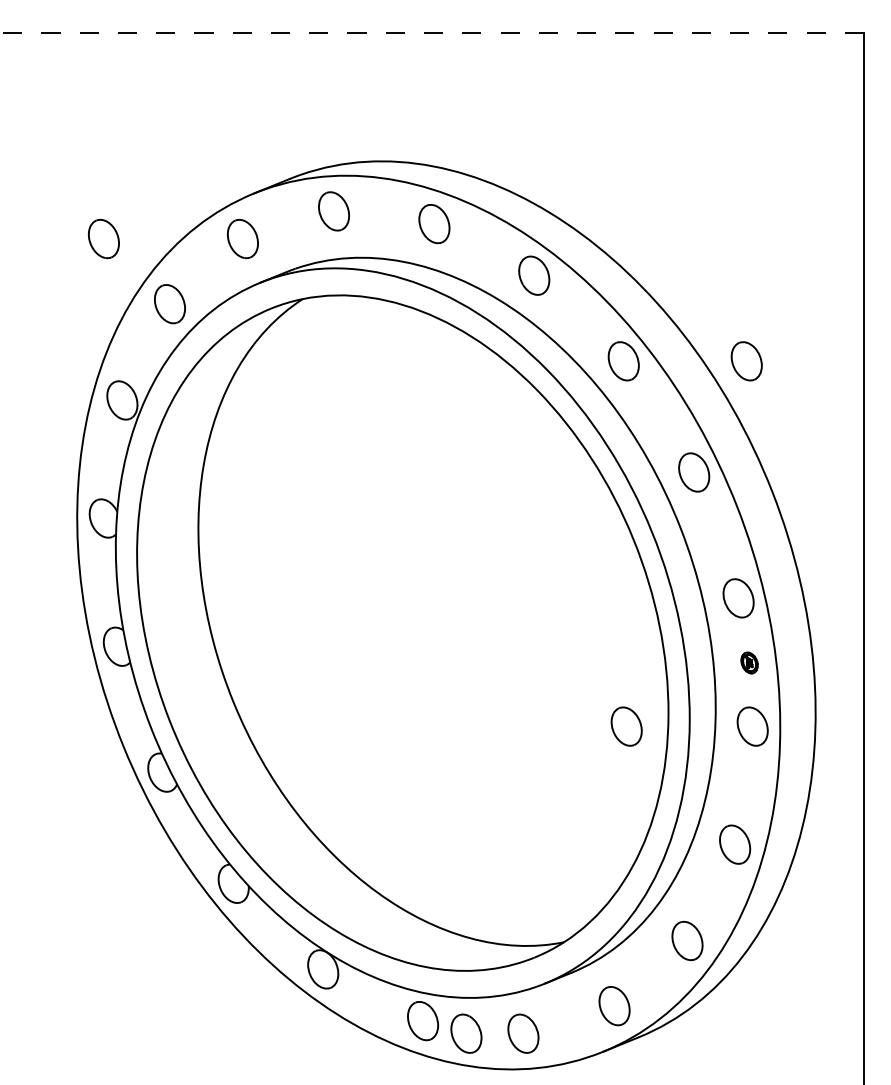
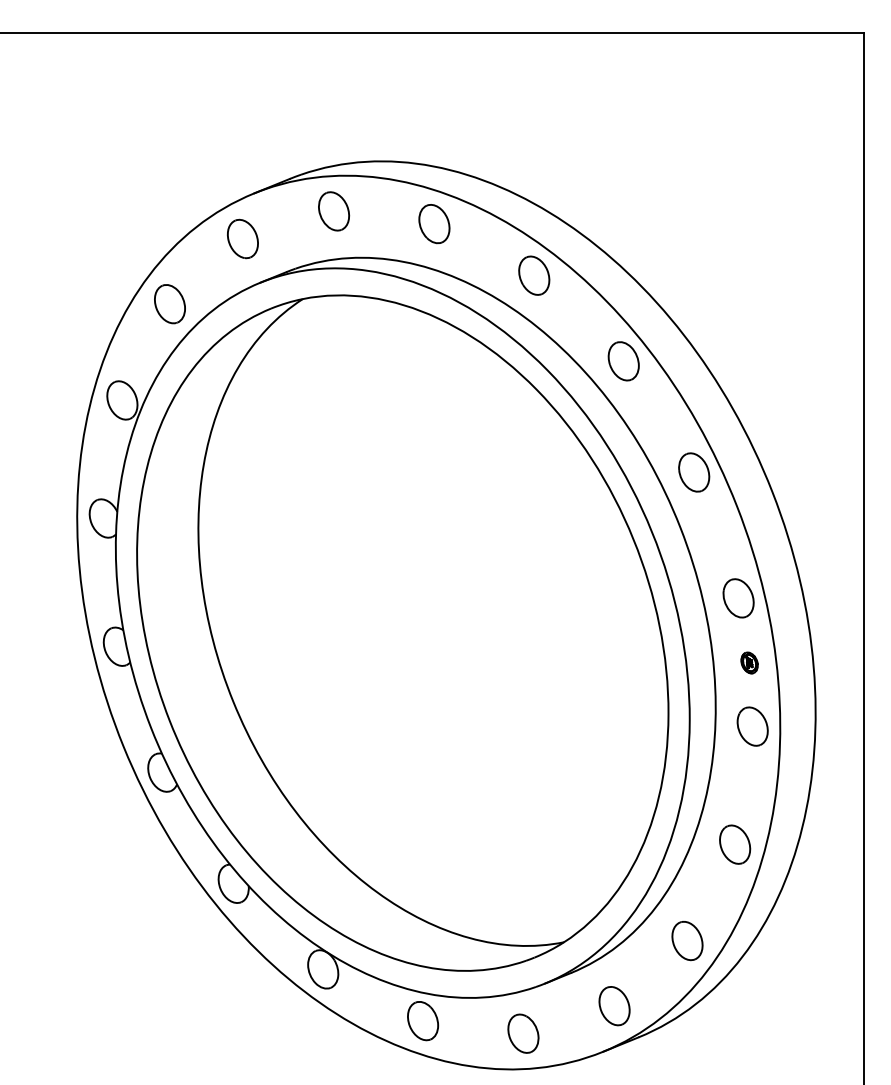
line at (432, 32): dashed -> solid
part at (103, 238): present -> none
part at (746, 361): present -> none
part at (626, 726): present -> none
part at (466, 1033): present -> none
